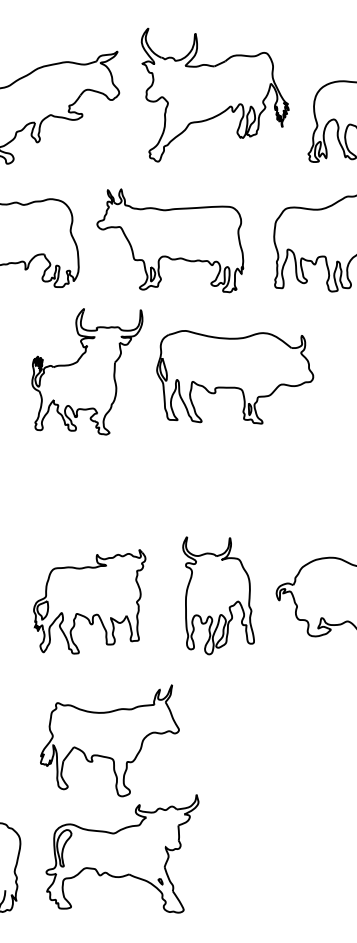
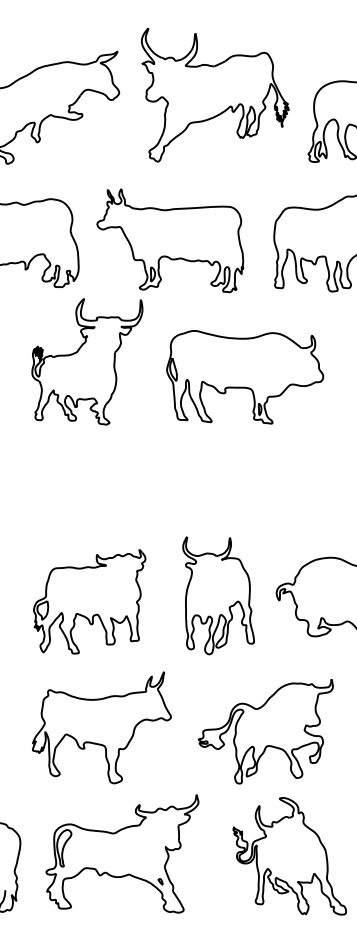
part at (87, 371) position: (87, 371) -> (87, 361)
part at (235, 377) position: (235, 377) -> (245, 377)
part at (265, 731): none -> present
part at (109, 740) position: (109, 740) -> (101, 727)
part at (289, 856): none -> present
